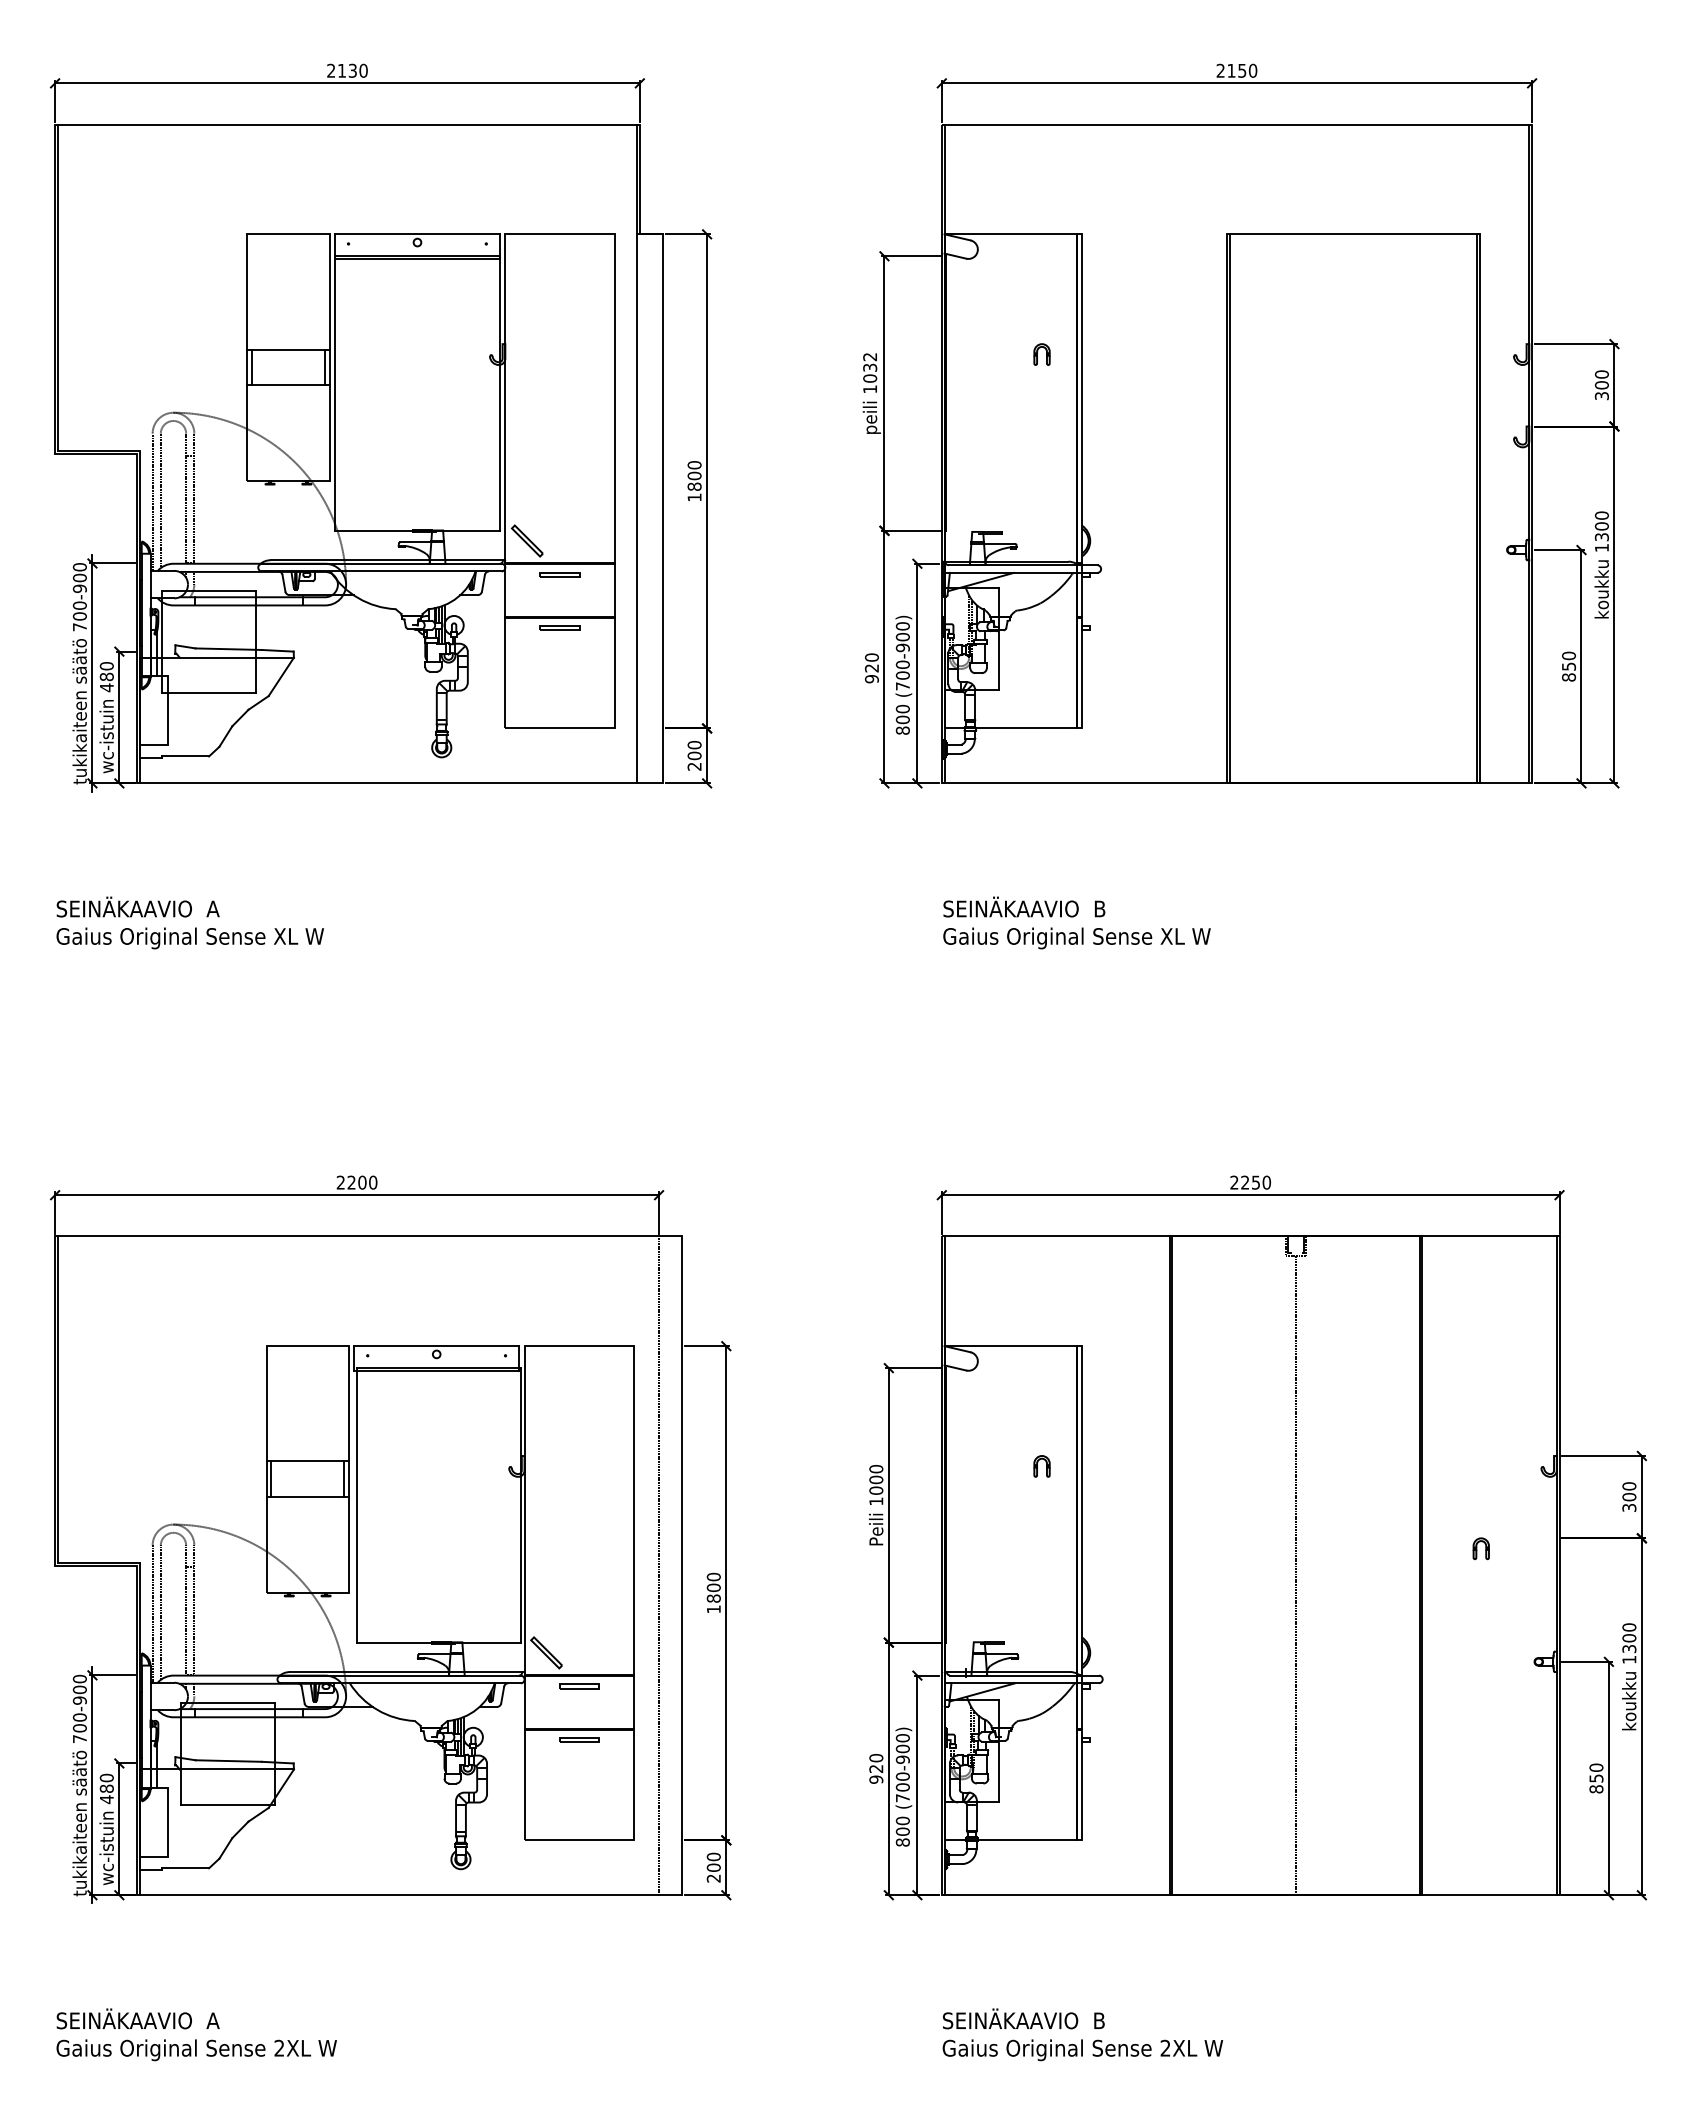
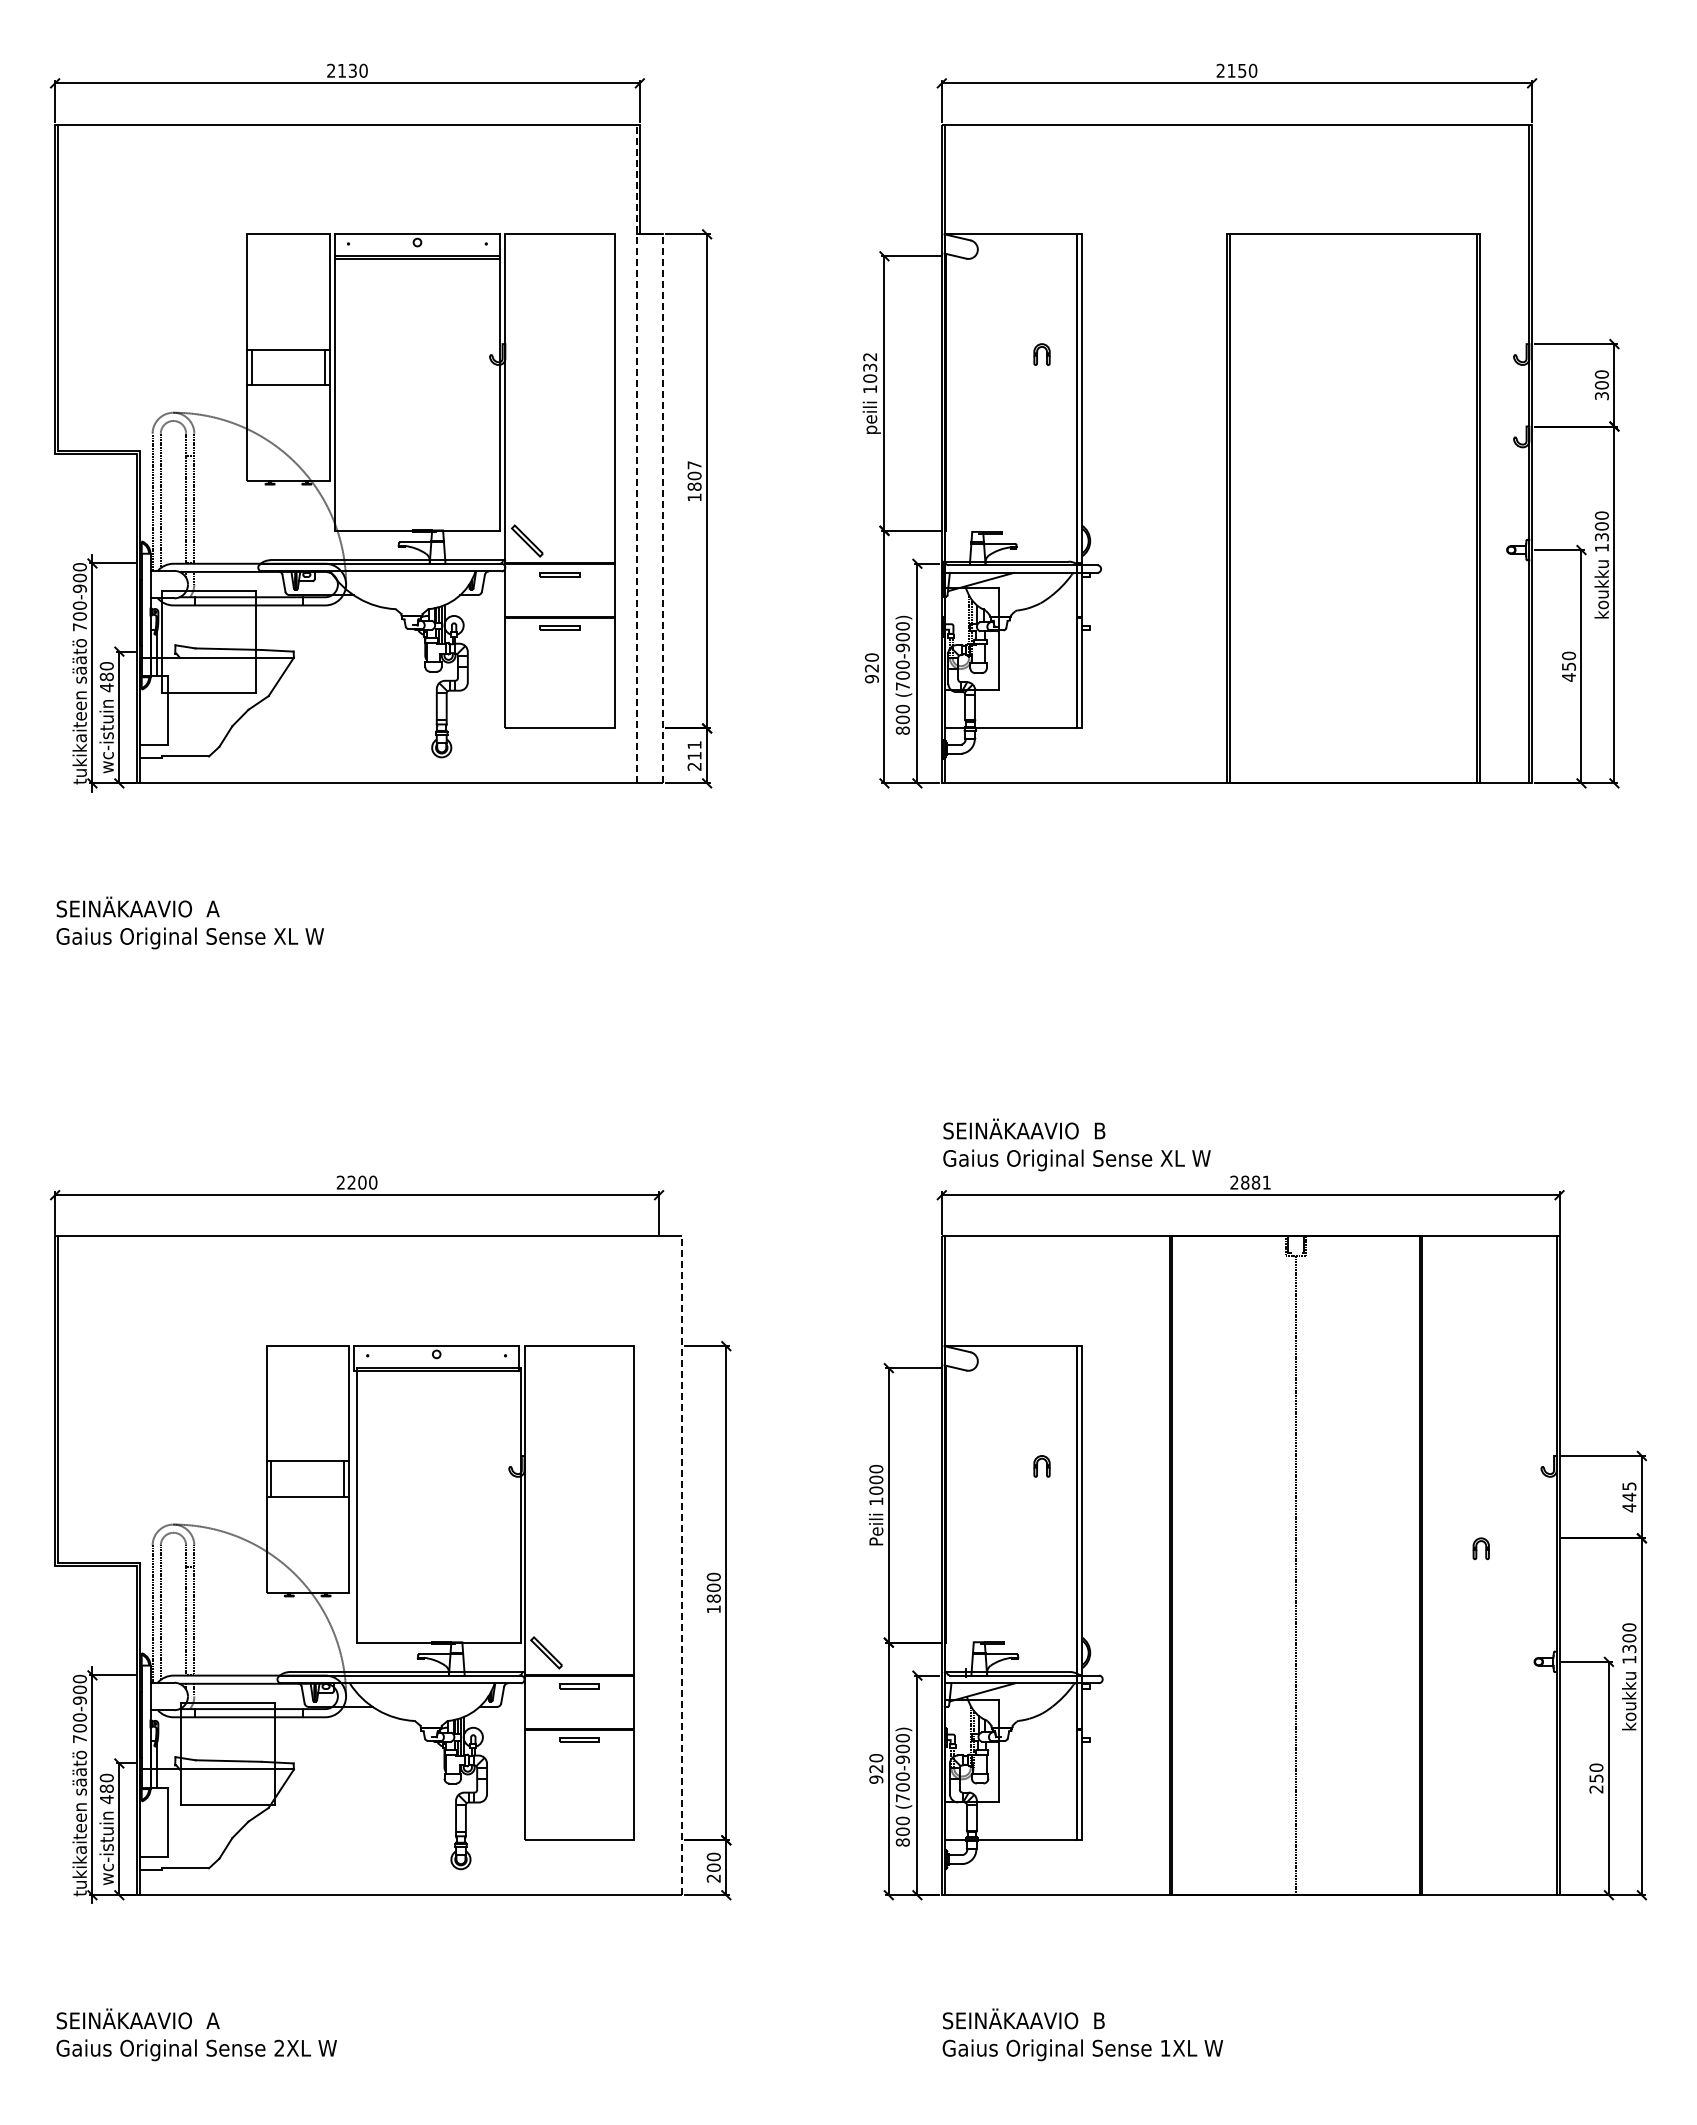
line at (637, 453): solid -> dashed
text at (694, 465): 1800 -> 1807
line at (663, 508): solid -> dashed
text at (1569, 677): 850 -> 450
text at (694, 750): 200 -> 211
text at (1076, 922) position: (1076, 922) -> (1076, 1144)
text at (1256, 1182): 2250 -> 2881
text at (1629, 1497): 300 -> 445
line at (659, 1565): present -> none
line at (682, 1565): solid -> dashed
text at (1596, 1789): 850 -> 250
text at (1165, 2047): 2XL -> 1XL
